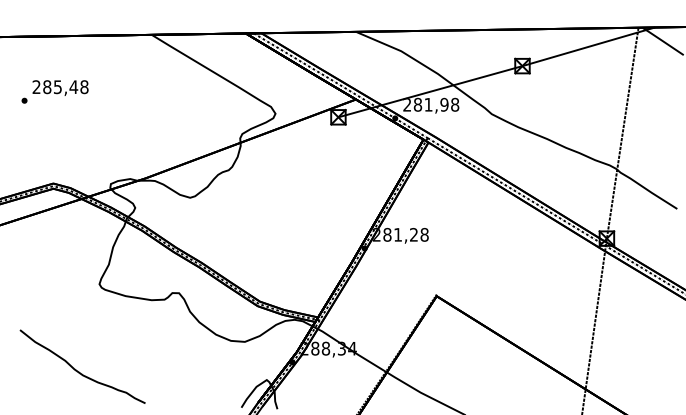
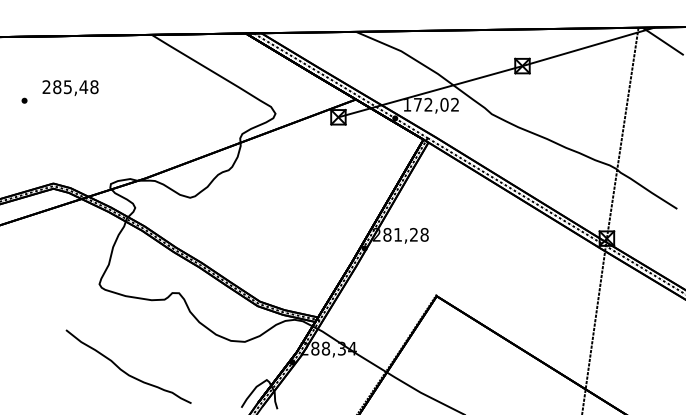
text at (60, 87) position: (60, 87) -> (70, 87)
text at (431, 104): 281,98 -> 172,02
curve at (79, 371) position: (79, 371) -> (125, 371)
